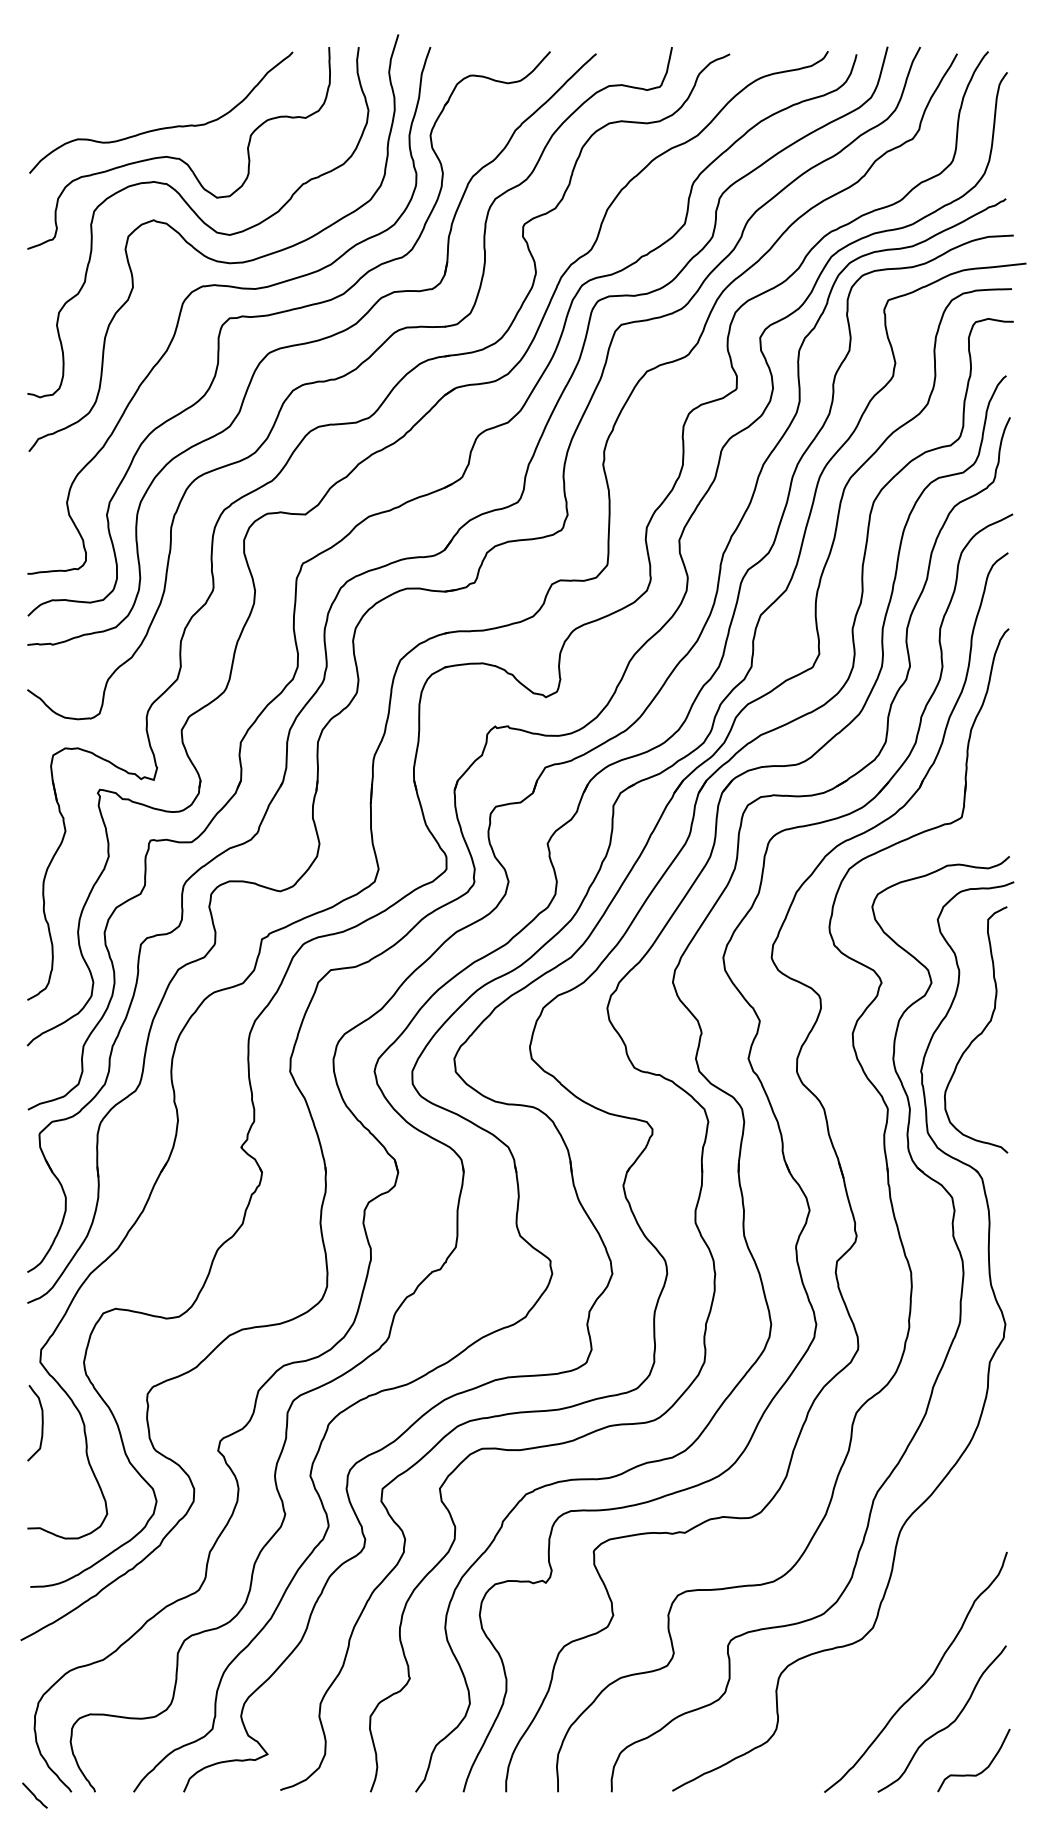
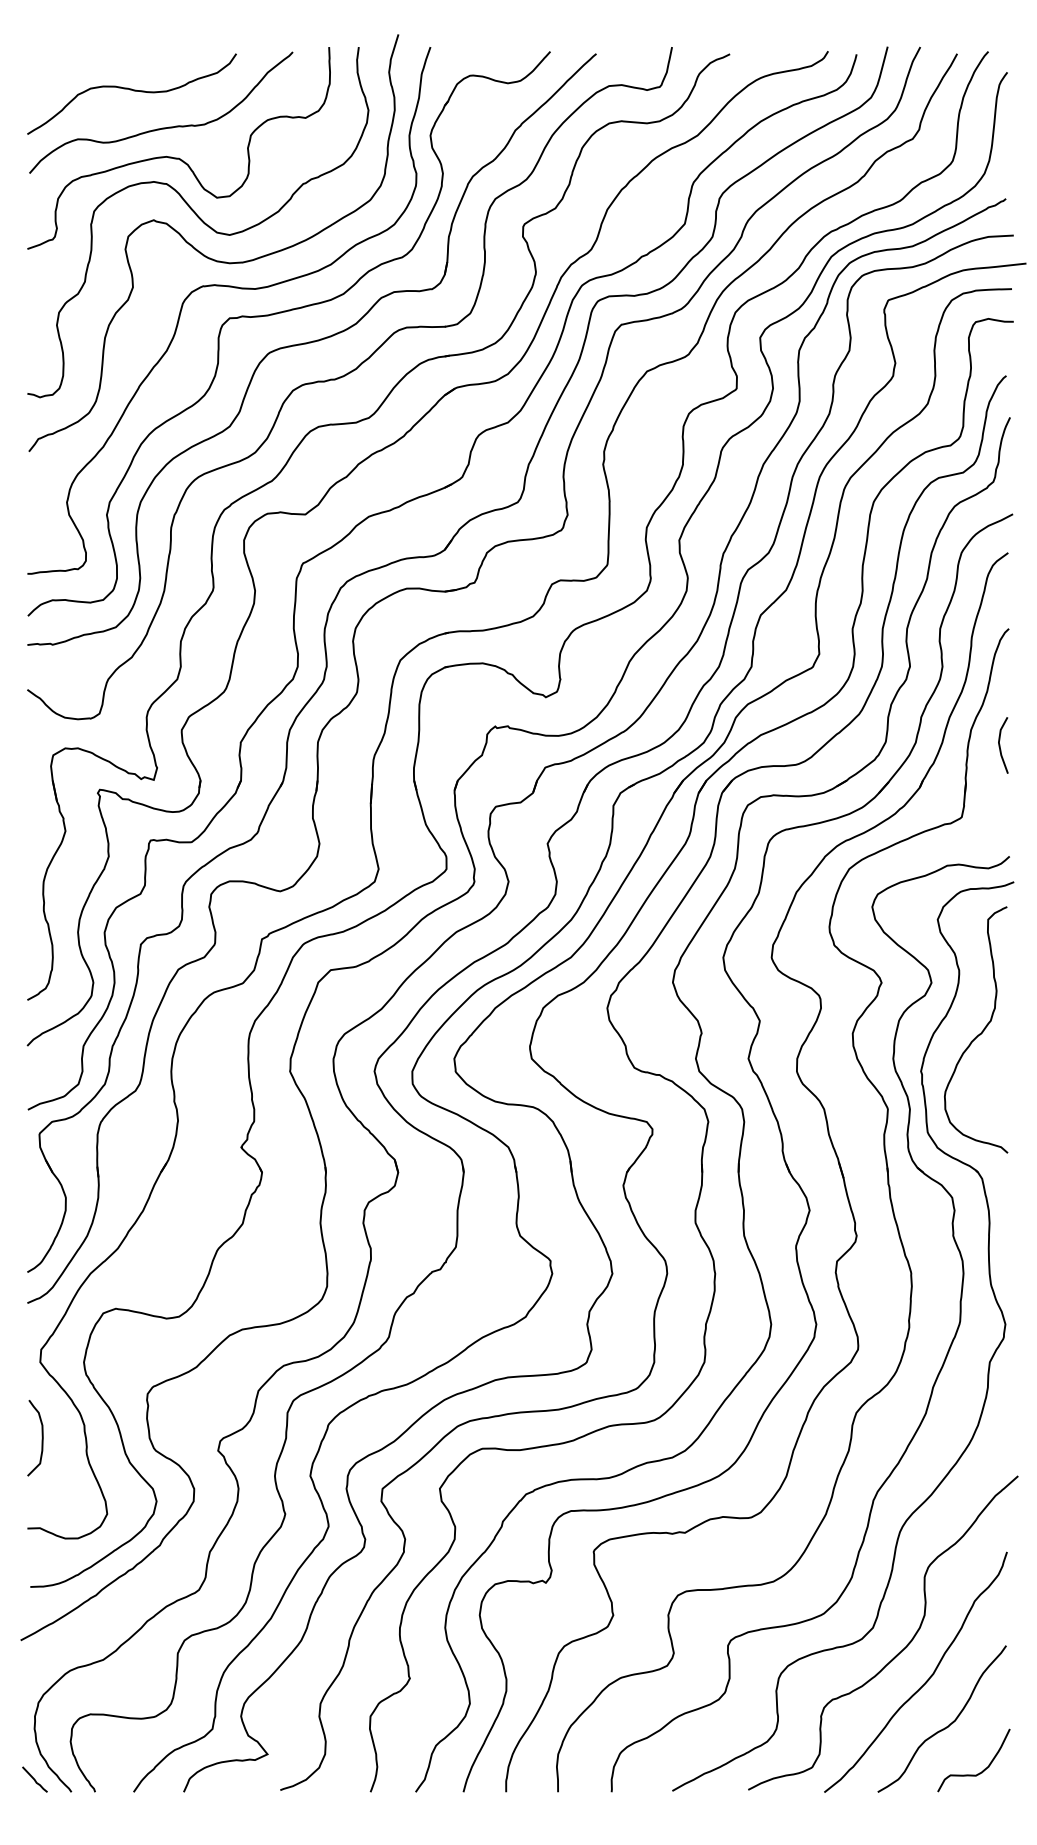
curve at (133, 91): none -> present
line at (1000, 745): none -> present
curve at (41, 1423) position: (41, 1423) -> (41, 1438)
curve at (898, 1652): none -> present
line at (34, 1795) position: (34, 1795) -> (34, 1779)
